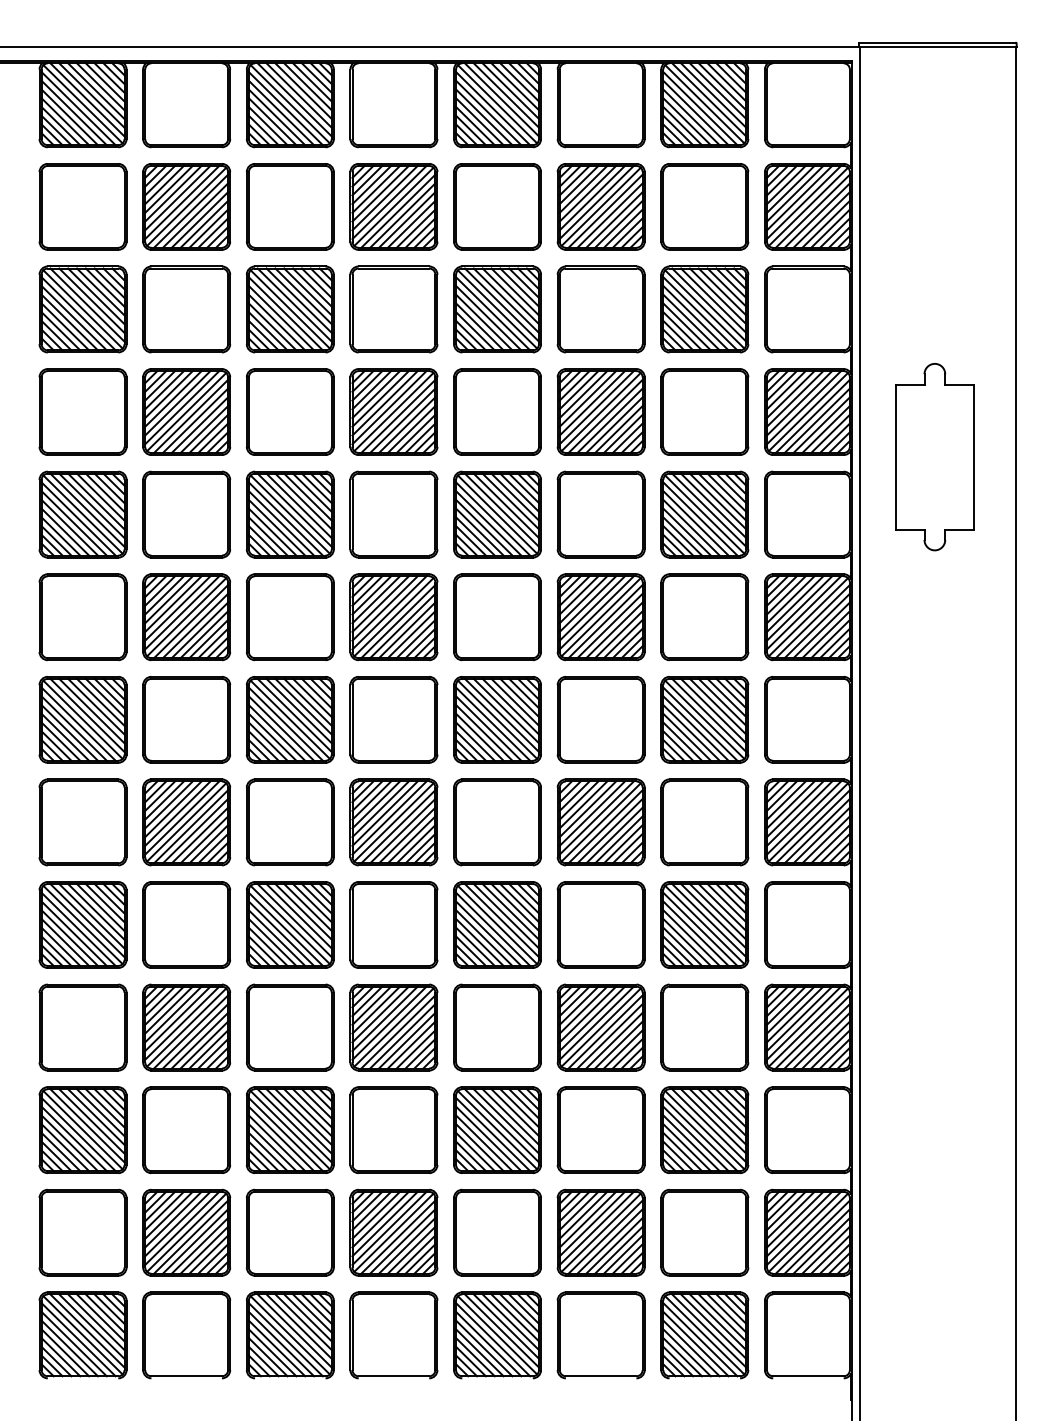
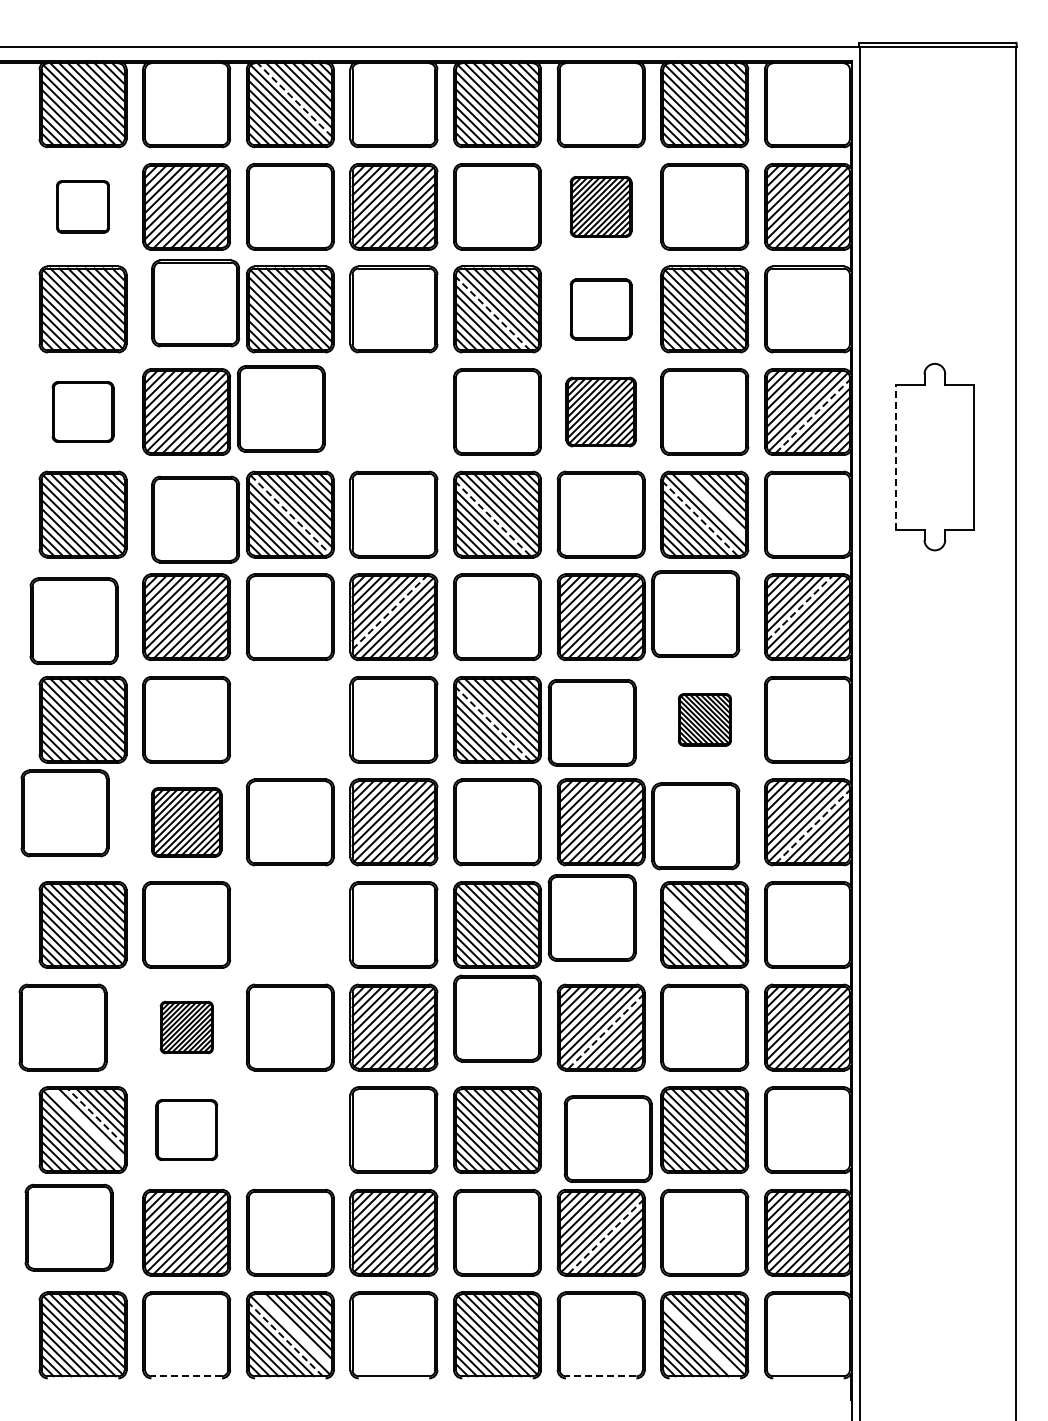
line at (294, 99): solid -> dashed
part at (82, 206) size: 90x88 px -> 54x54 px
part at (600, 206) size: 90x88 px -> 64x62 px
part at (186, 309) position: (186, 309) -> (195, 303)
part at (600, 309) size: 90x89 px -> 64x63 px
line at (492, 313): solid -> dashed
part at (82, 411) size: 90x88 px -> 64x62 px
part at (290, 411) position: (290, 411) -> (281, 408)
part at (393, 411): present -> none
part at (600, 411) size: 90x88 px -> 72x72 px
line at (813, 416): solid -> dashed
line at (895, 457): solid -> dashed
line at (713, 505): present -> none
part at (186, 514) position: (186, 514) -> (195, 519)
line at (290, 514): solid -> dashed
line at (492, 518): solid -> dashed
line at (700, 518): solid -> dashed
line at (799, 608): solid -> dashed
line at (389, 612): solid -> dashed
part at (82, 617) position: (82, 617) -> (73, 621)
part at (704, 617) position: (704, 617) -> (695, 614)
part at (289, 719): present -> none
part at (600, 719) position: (600, 719) -> (591, 722)
part at (704, 719) size: 90x88 px -> 55x54 px
line at (492, 723): solid -> dashed
part at (82, 822) position: (82, 822) -> (64, 813)
part at (186, 822) size: 90x89 px -> 72x71 px
part at (704, 822) position: (704, 822) -> (695, 826)
line at (813, 826): solid -> dashed
part at (290, 924): present -> none
part at (600, 924) position: (600, 924) -> (591, 917)
line at (700, 928): present -> none
part at (82, 1027) position: (82, 1027) -> (62, 1027)
part at (186, 1027) size: 90x89 px -> 55x55 px
part at (497, 1027) position: (497, 1027) -> (497, 1018)
line at (605, 1031): solid -> dashed
line at (96, 1117): solid -> dashed
line at (87, 1125): present -> none
part at (186, 1129) size: 90x88 px -> 64x63 px
part at (289, 1129): present -> none
part at (600, 1129) position: (600, 1129) -> (607, 1138)
part at (82, 1232) position: (82, 1232) -> (68, 1227)
line at (605, 1236): solid -> dashed
line at (294, 1330): present -> none
line at (285, 1339): solid -> dashed
line at (700, 1339): present -> none
line at (186, 1376): solid -> dashed
line at (600, 1376): solid -> dashed
